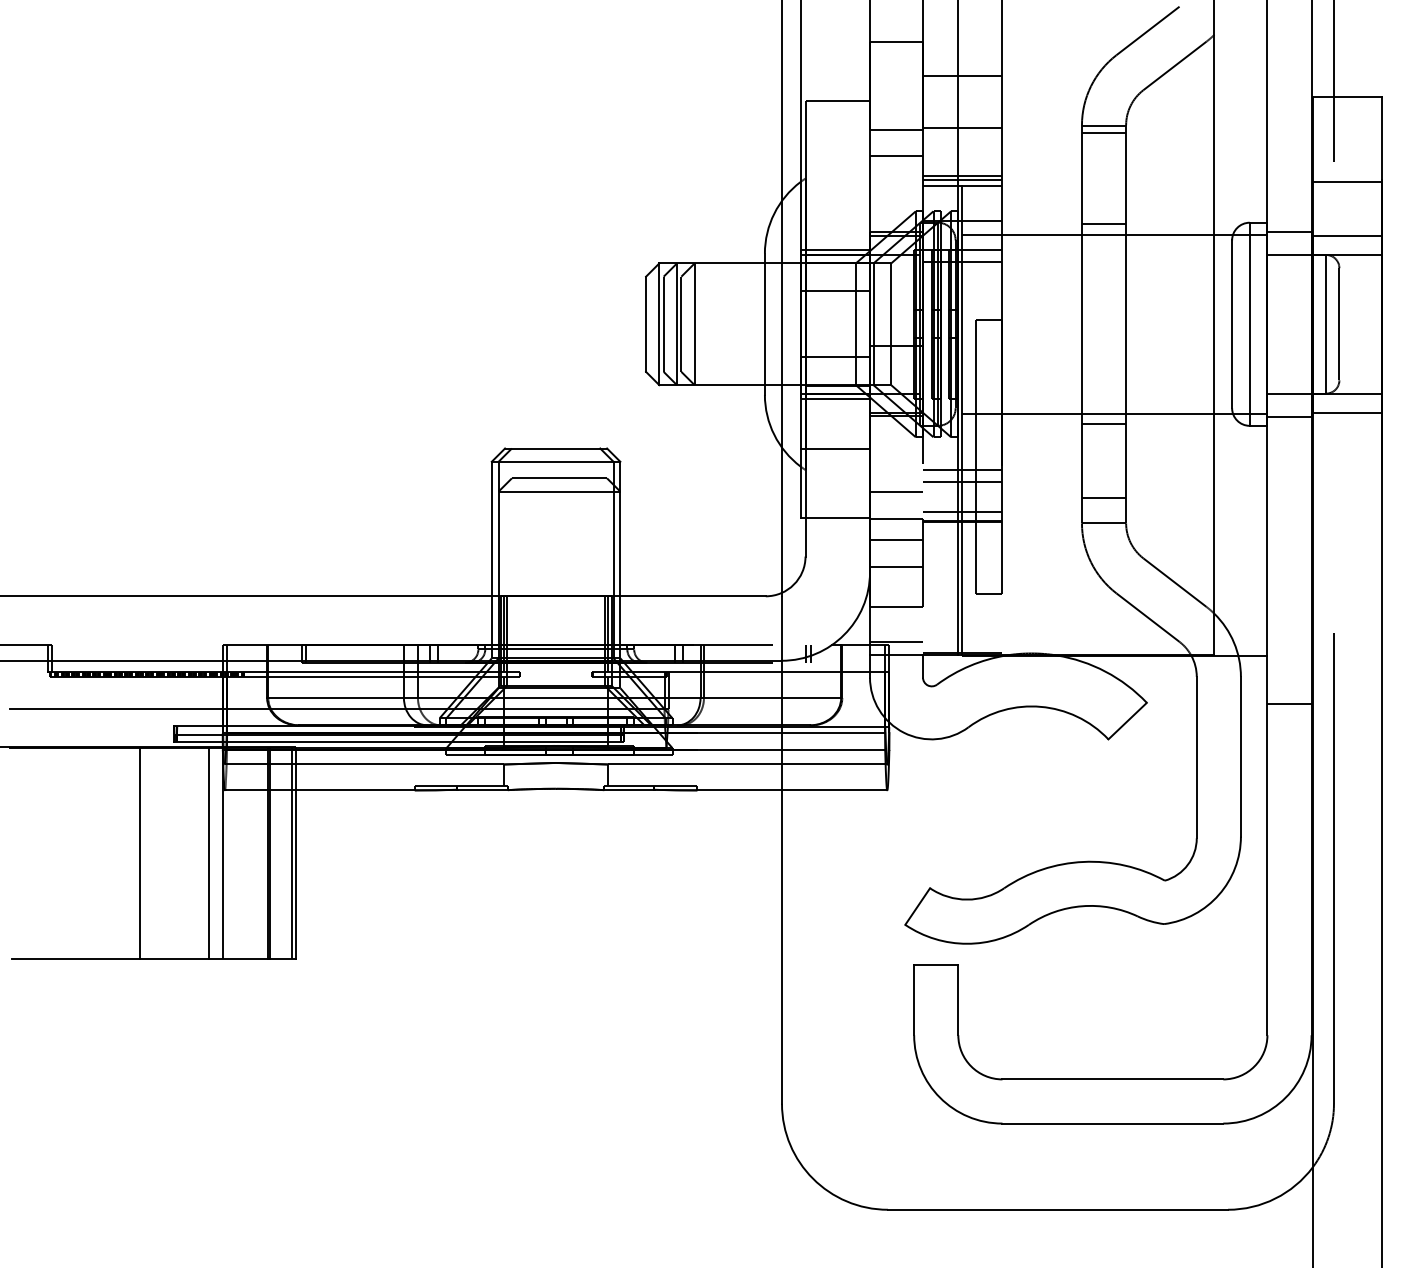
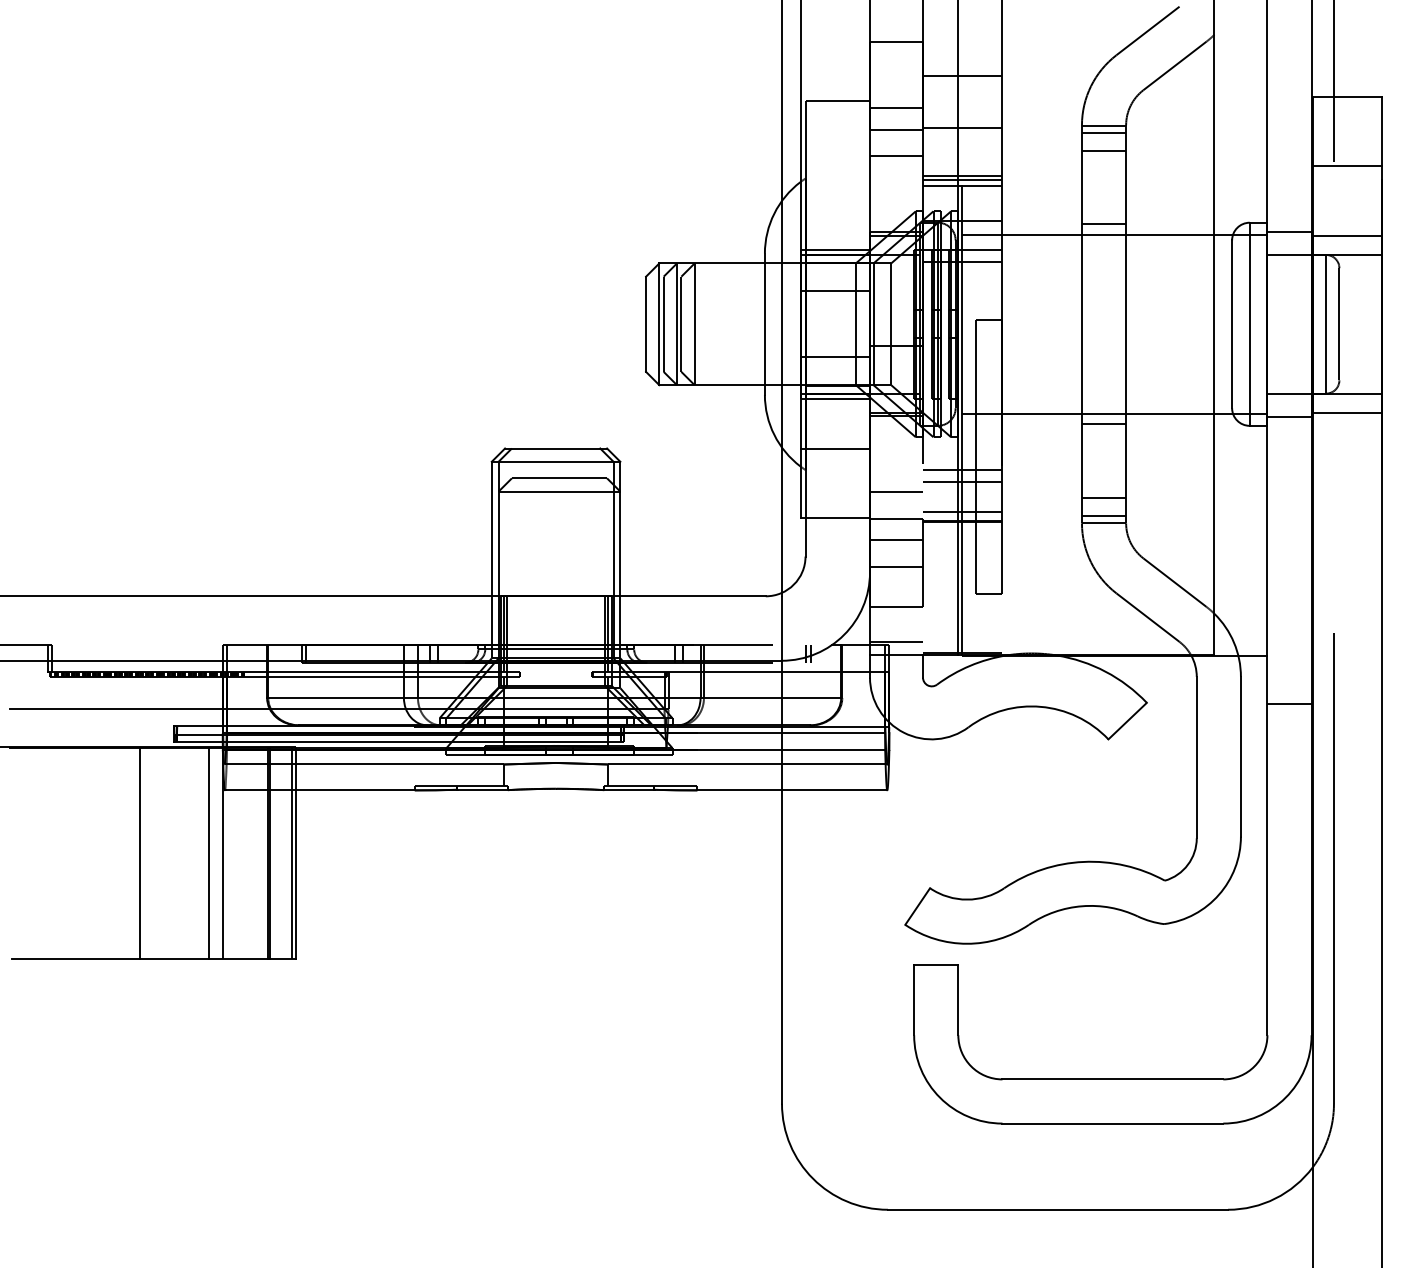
line at (896, 108): none -> present
line at (1103, 150): none -> present
line at (1347, 182) position: (1347, 182) -> (1347, 166)
line at (1103, 515): none -> present
